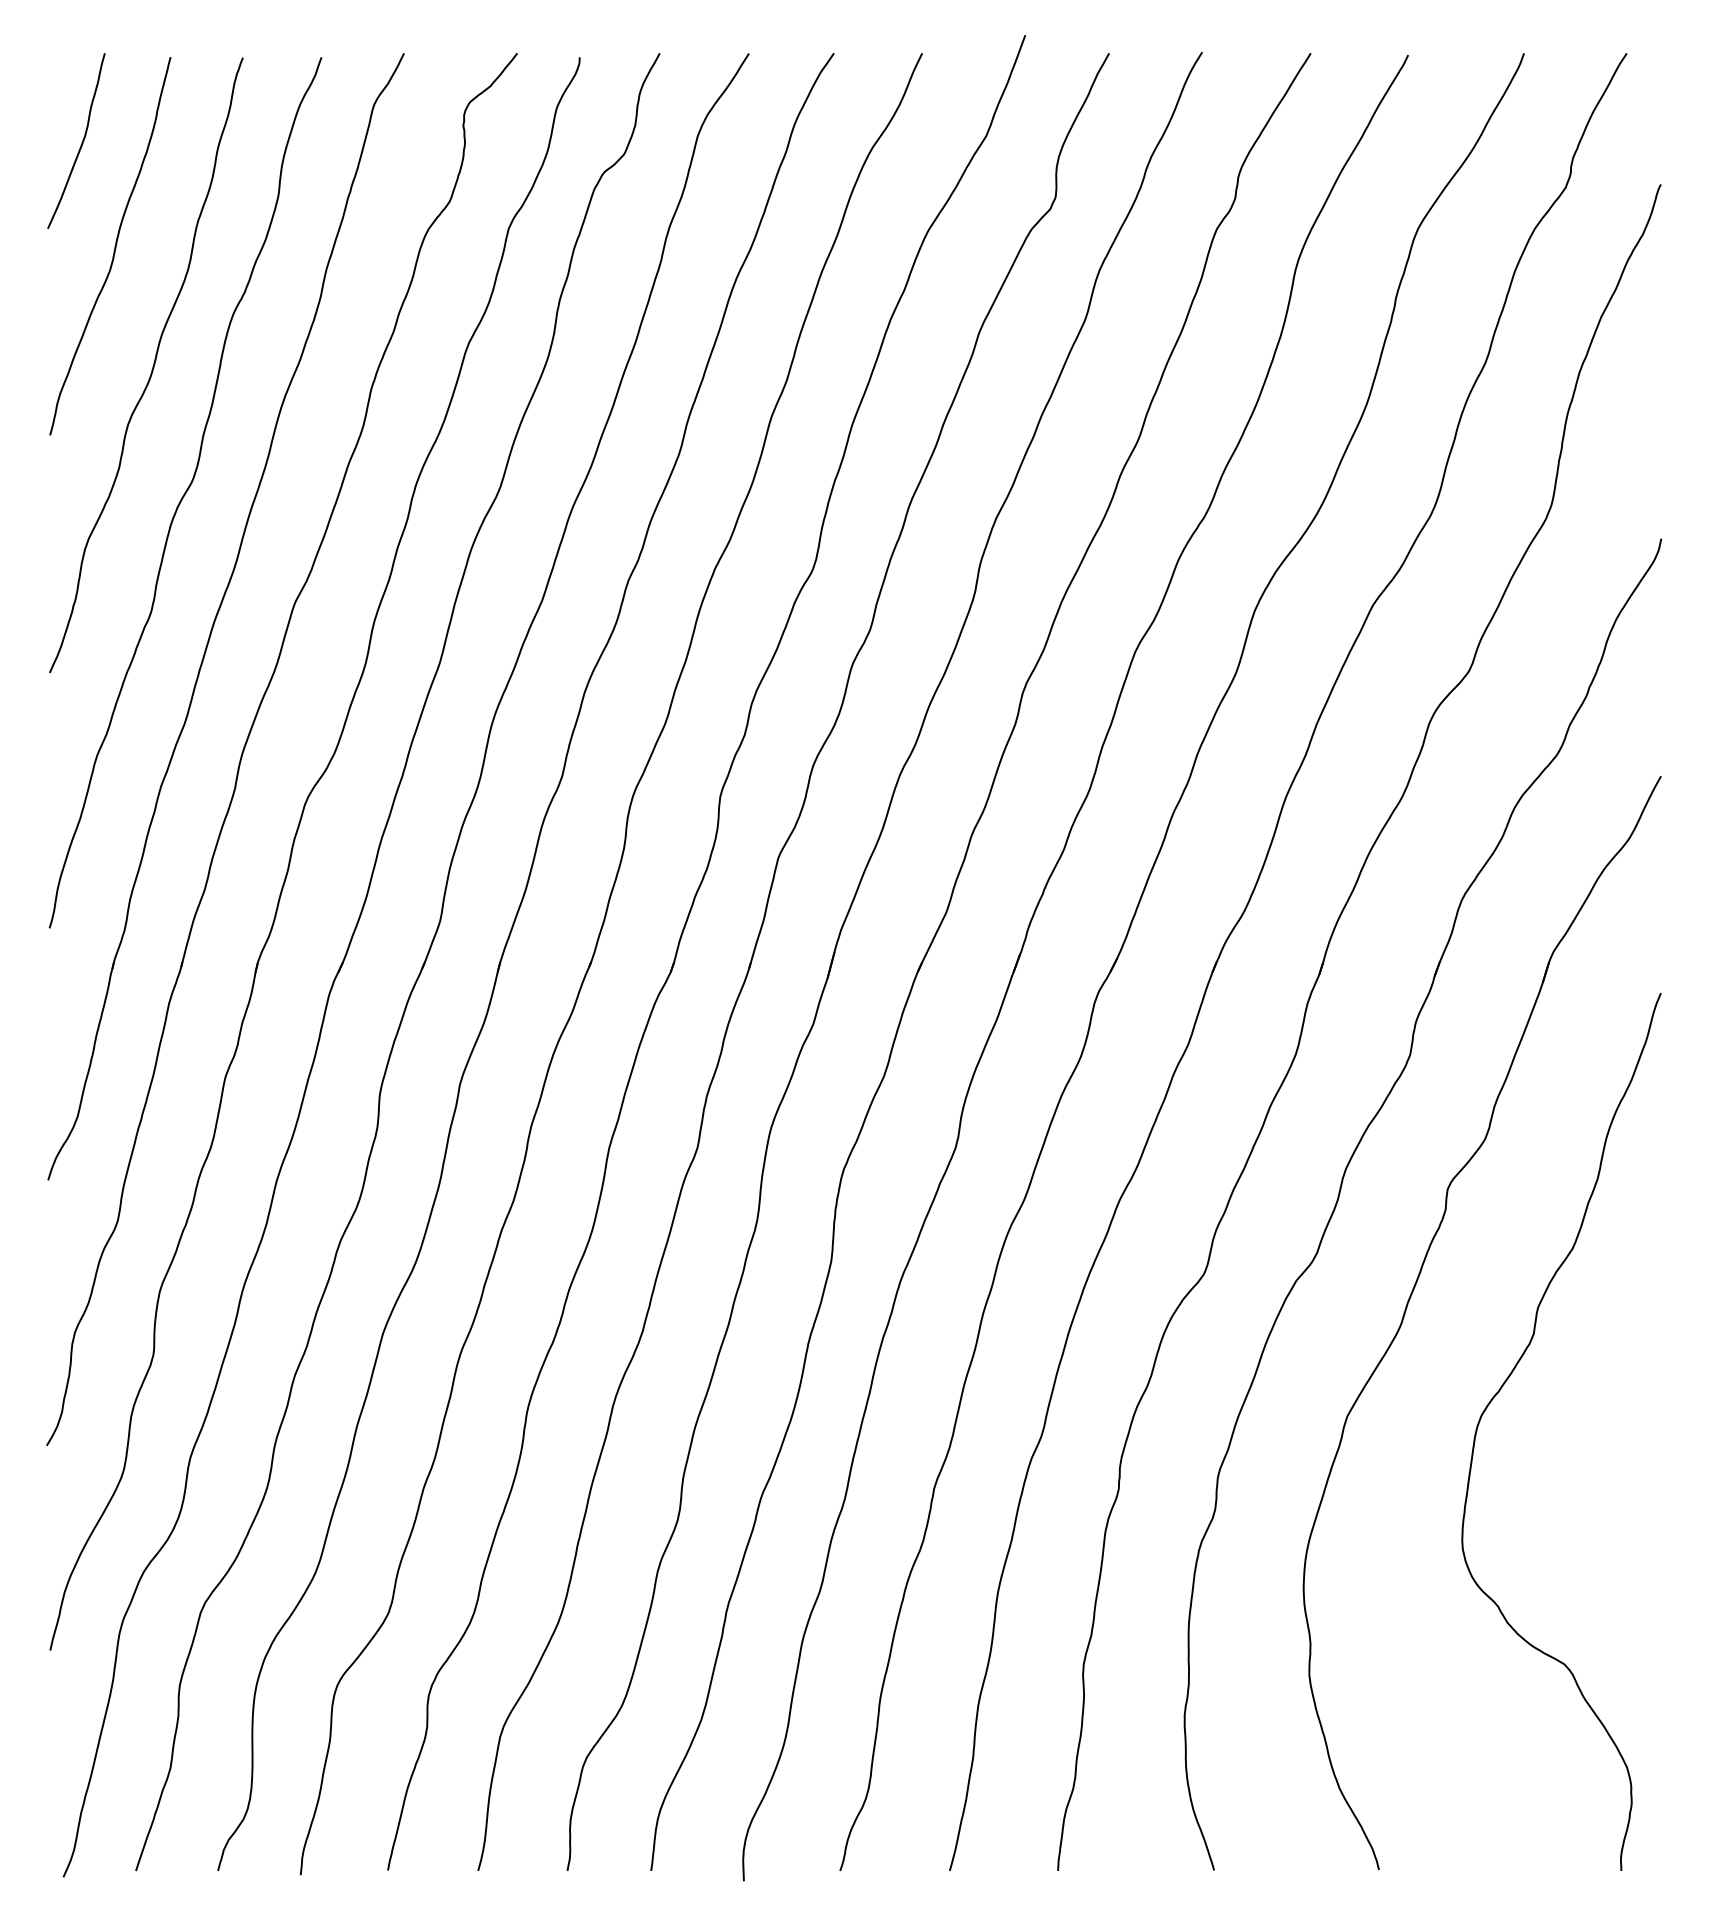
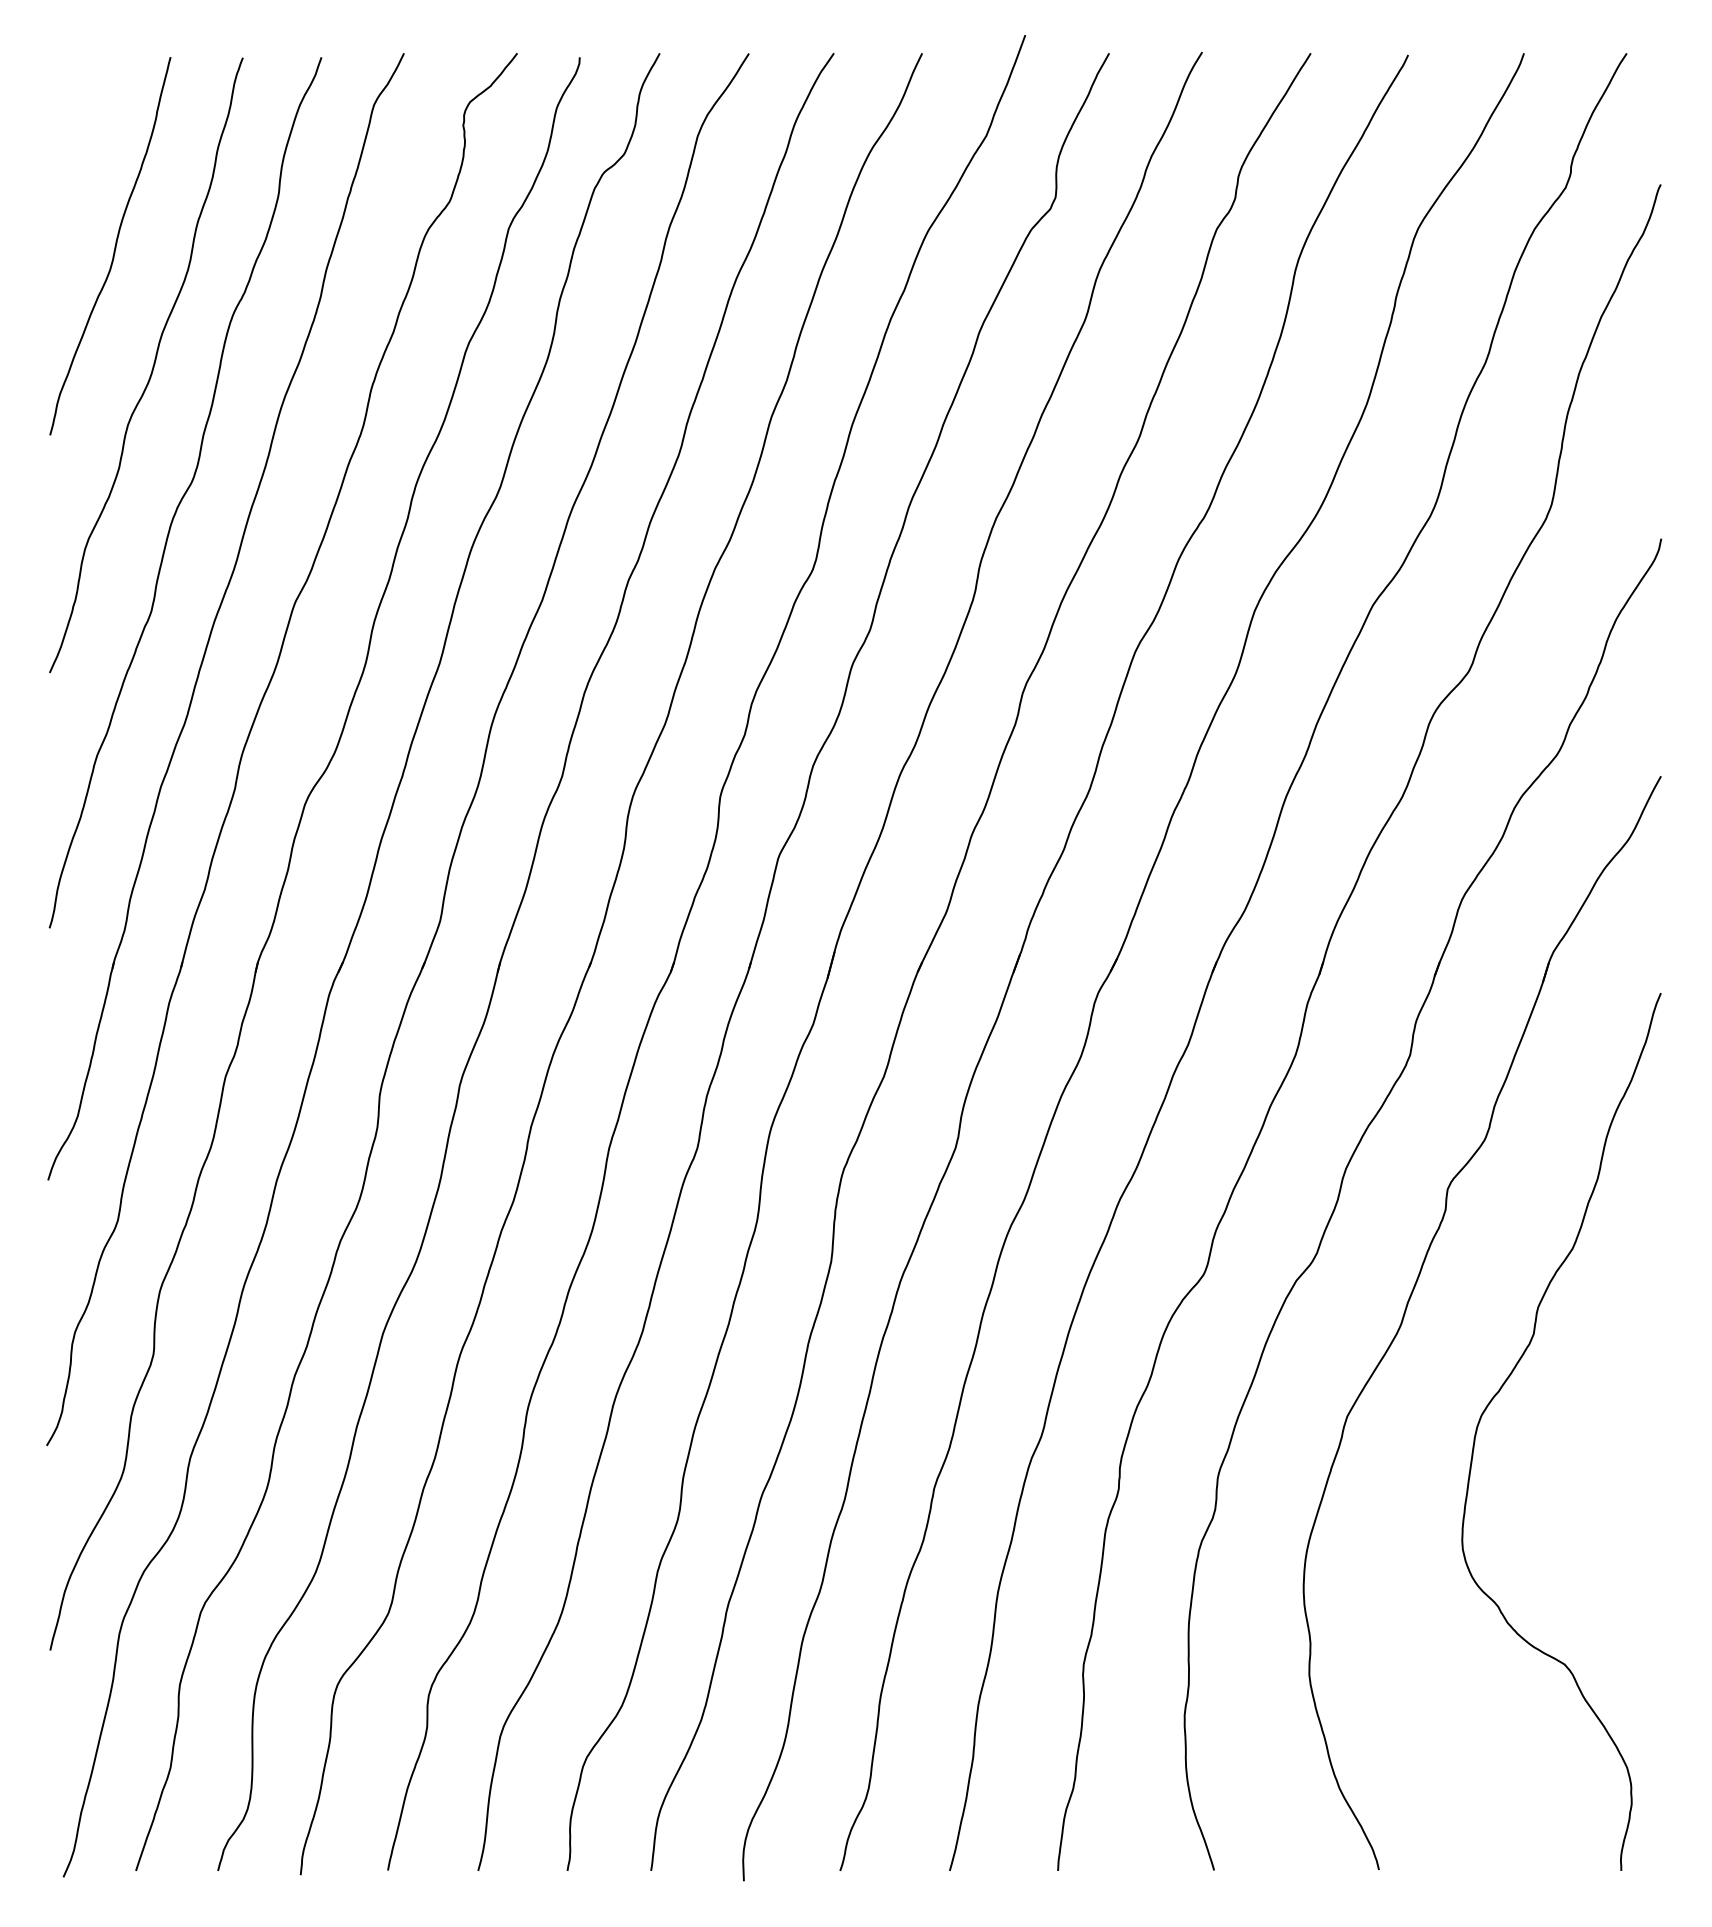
curve at (81, 142): present -> none
